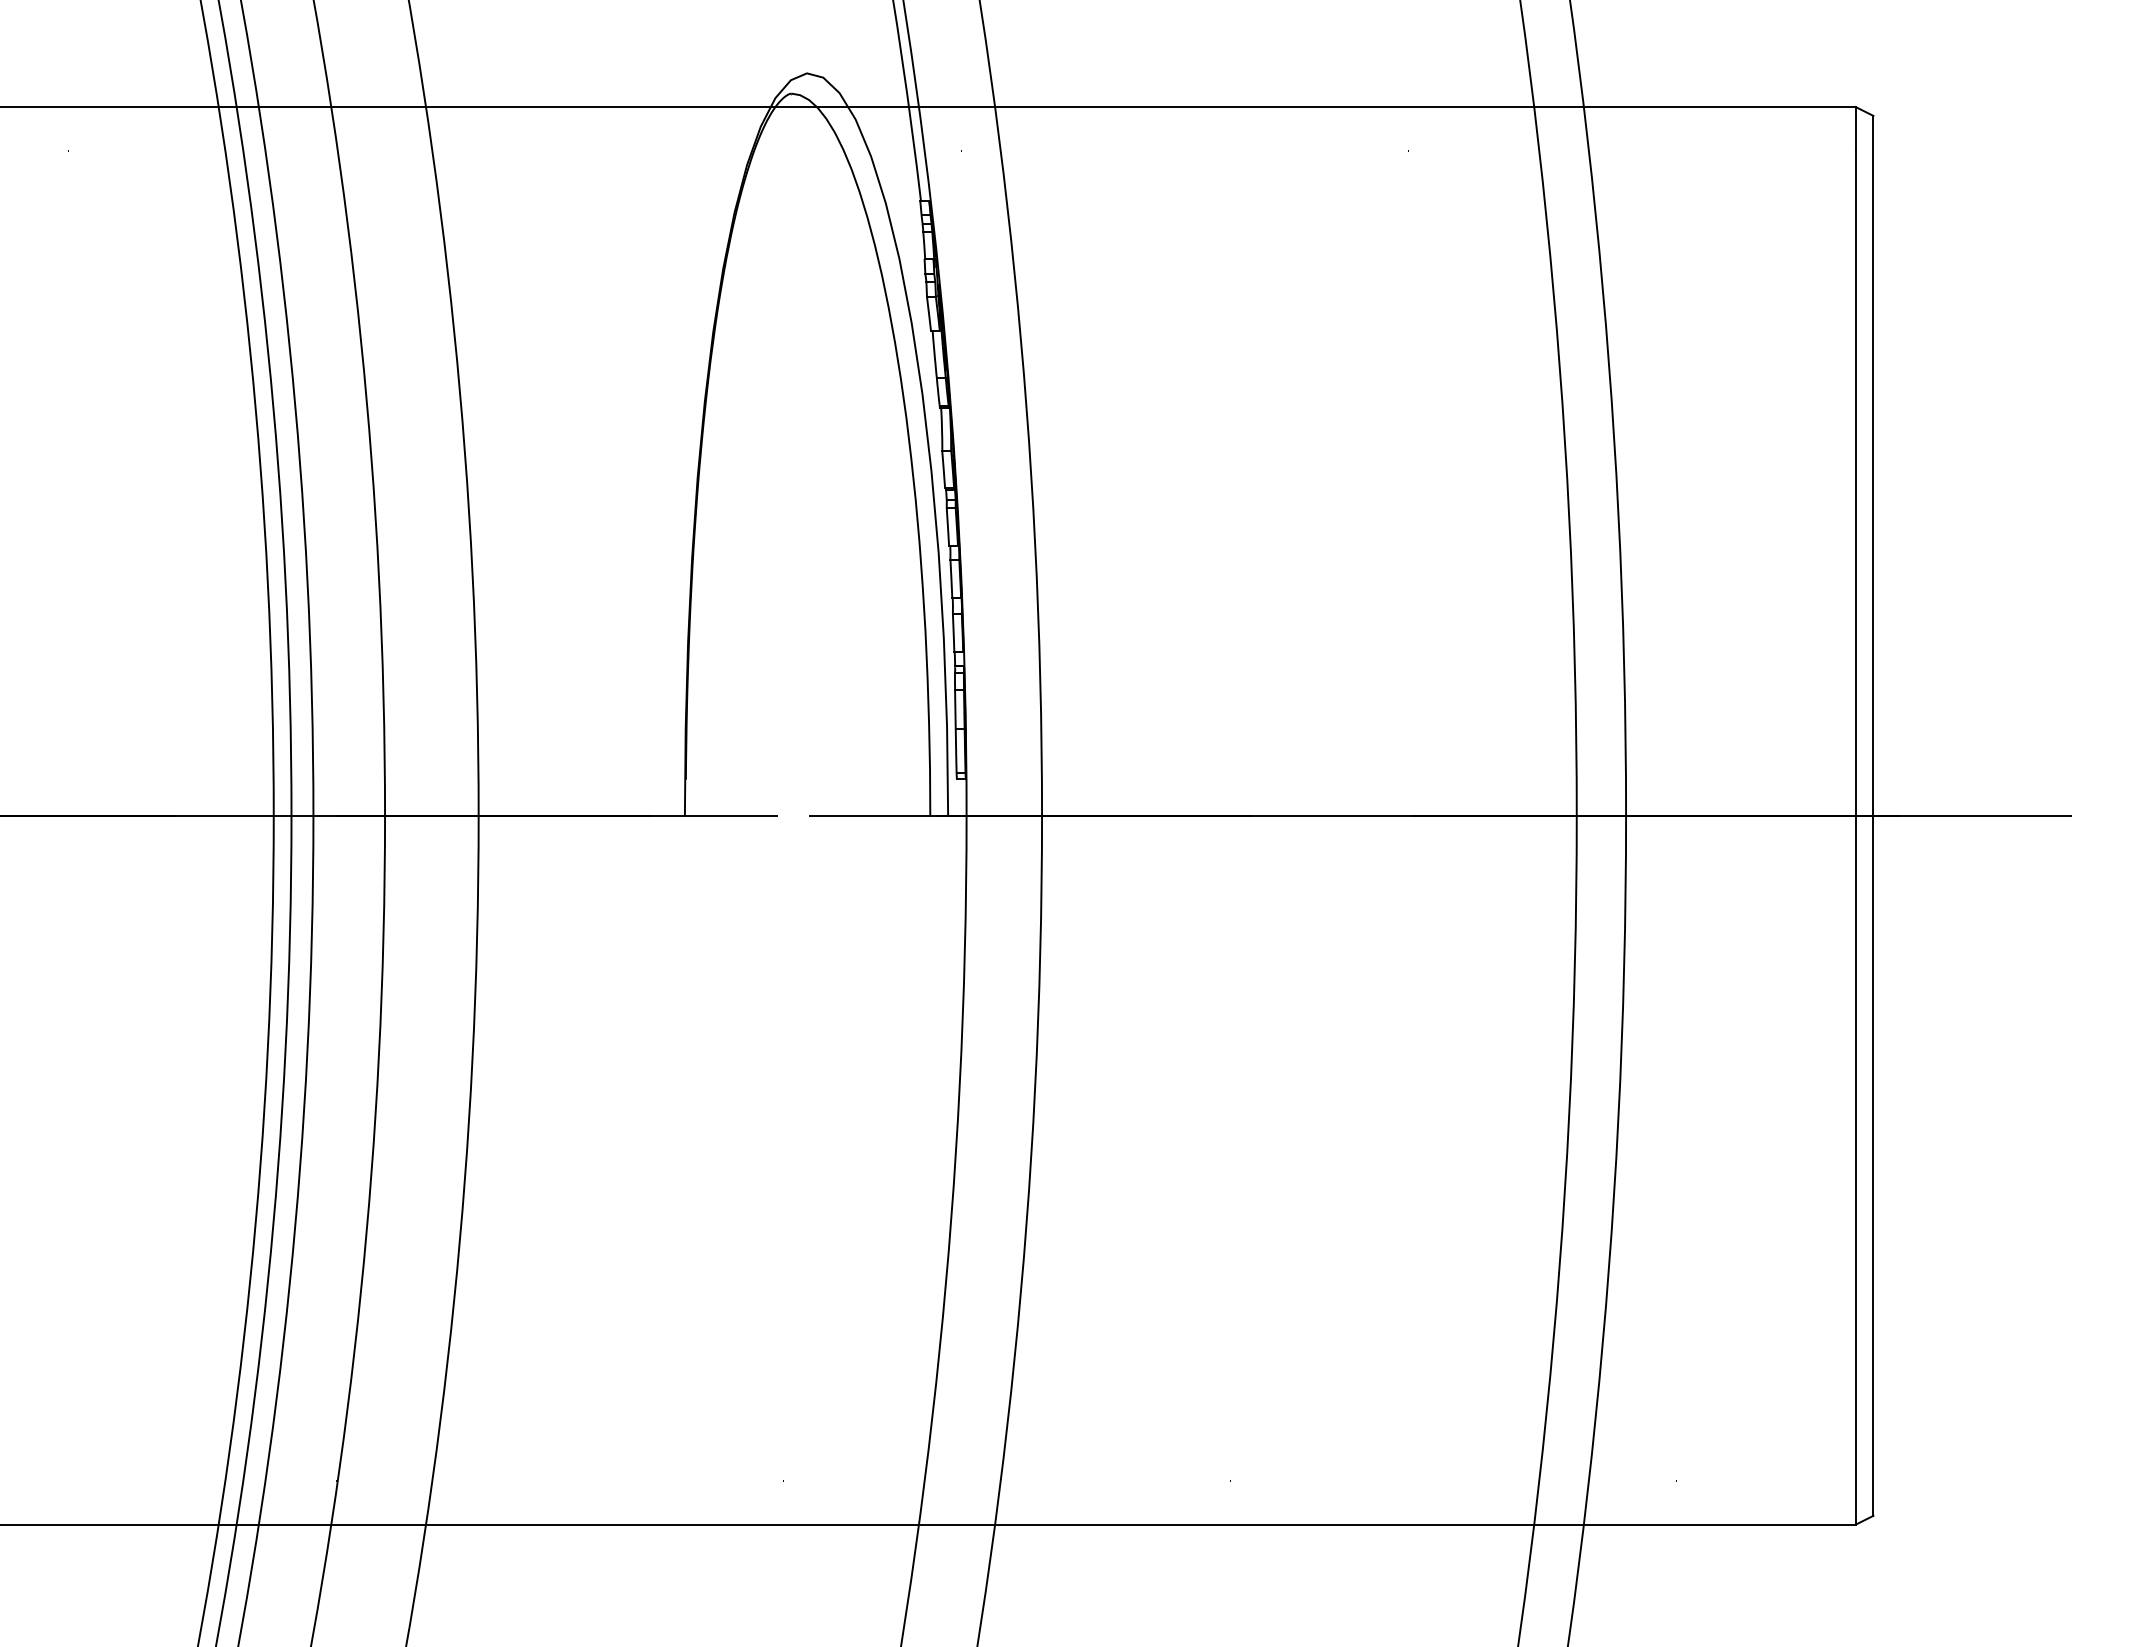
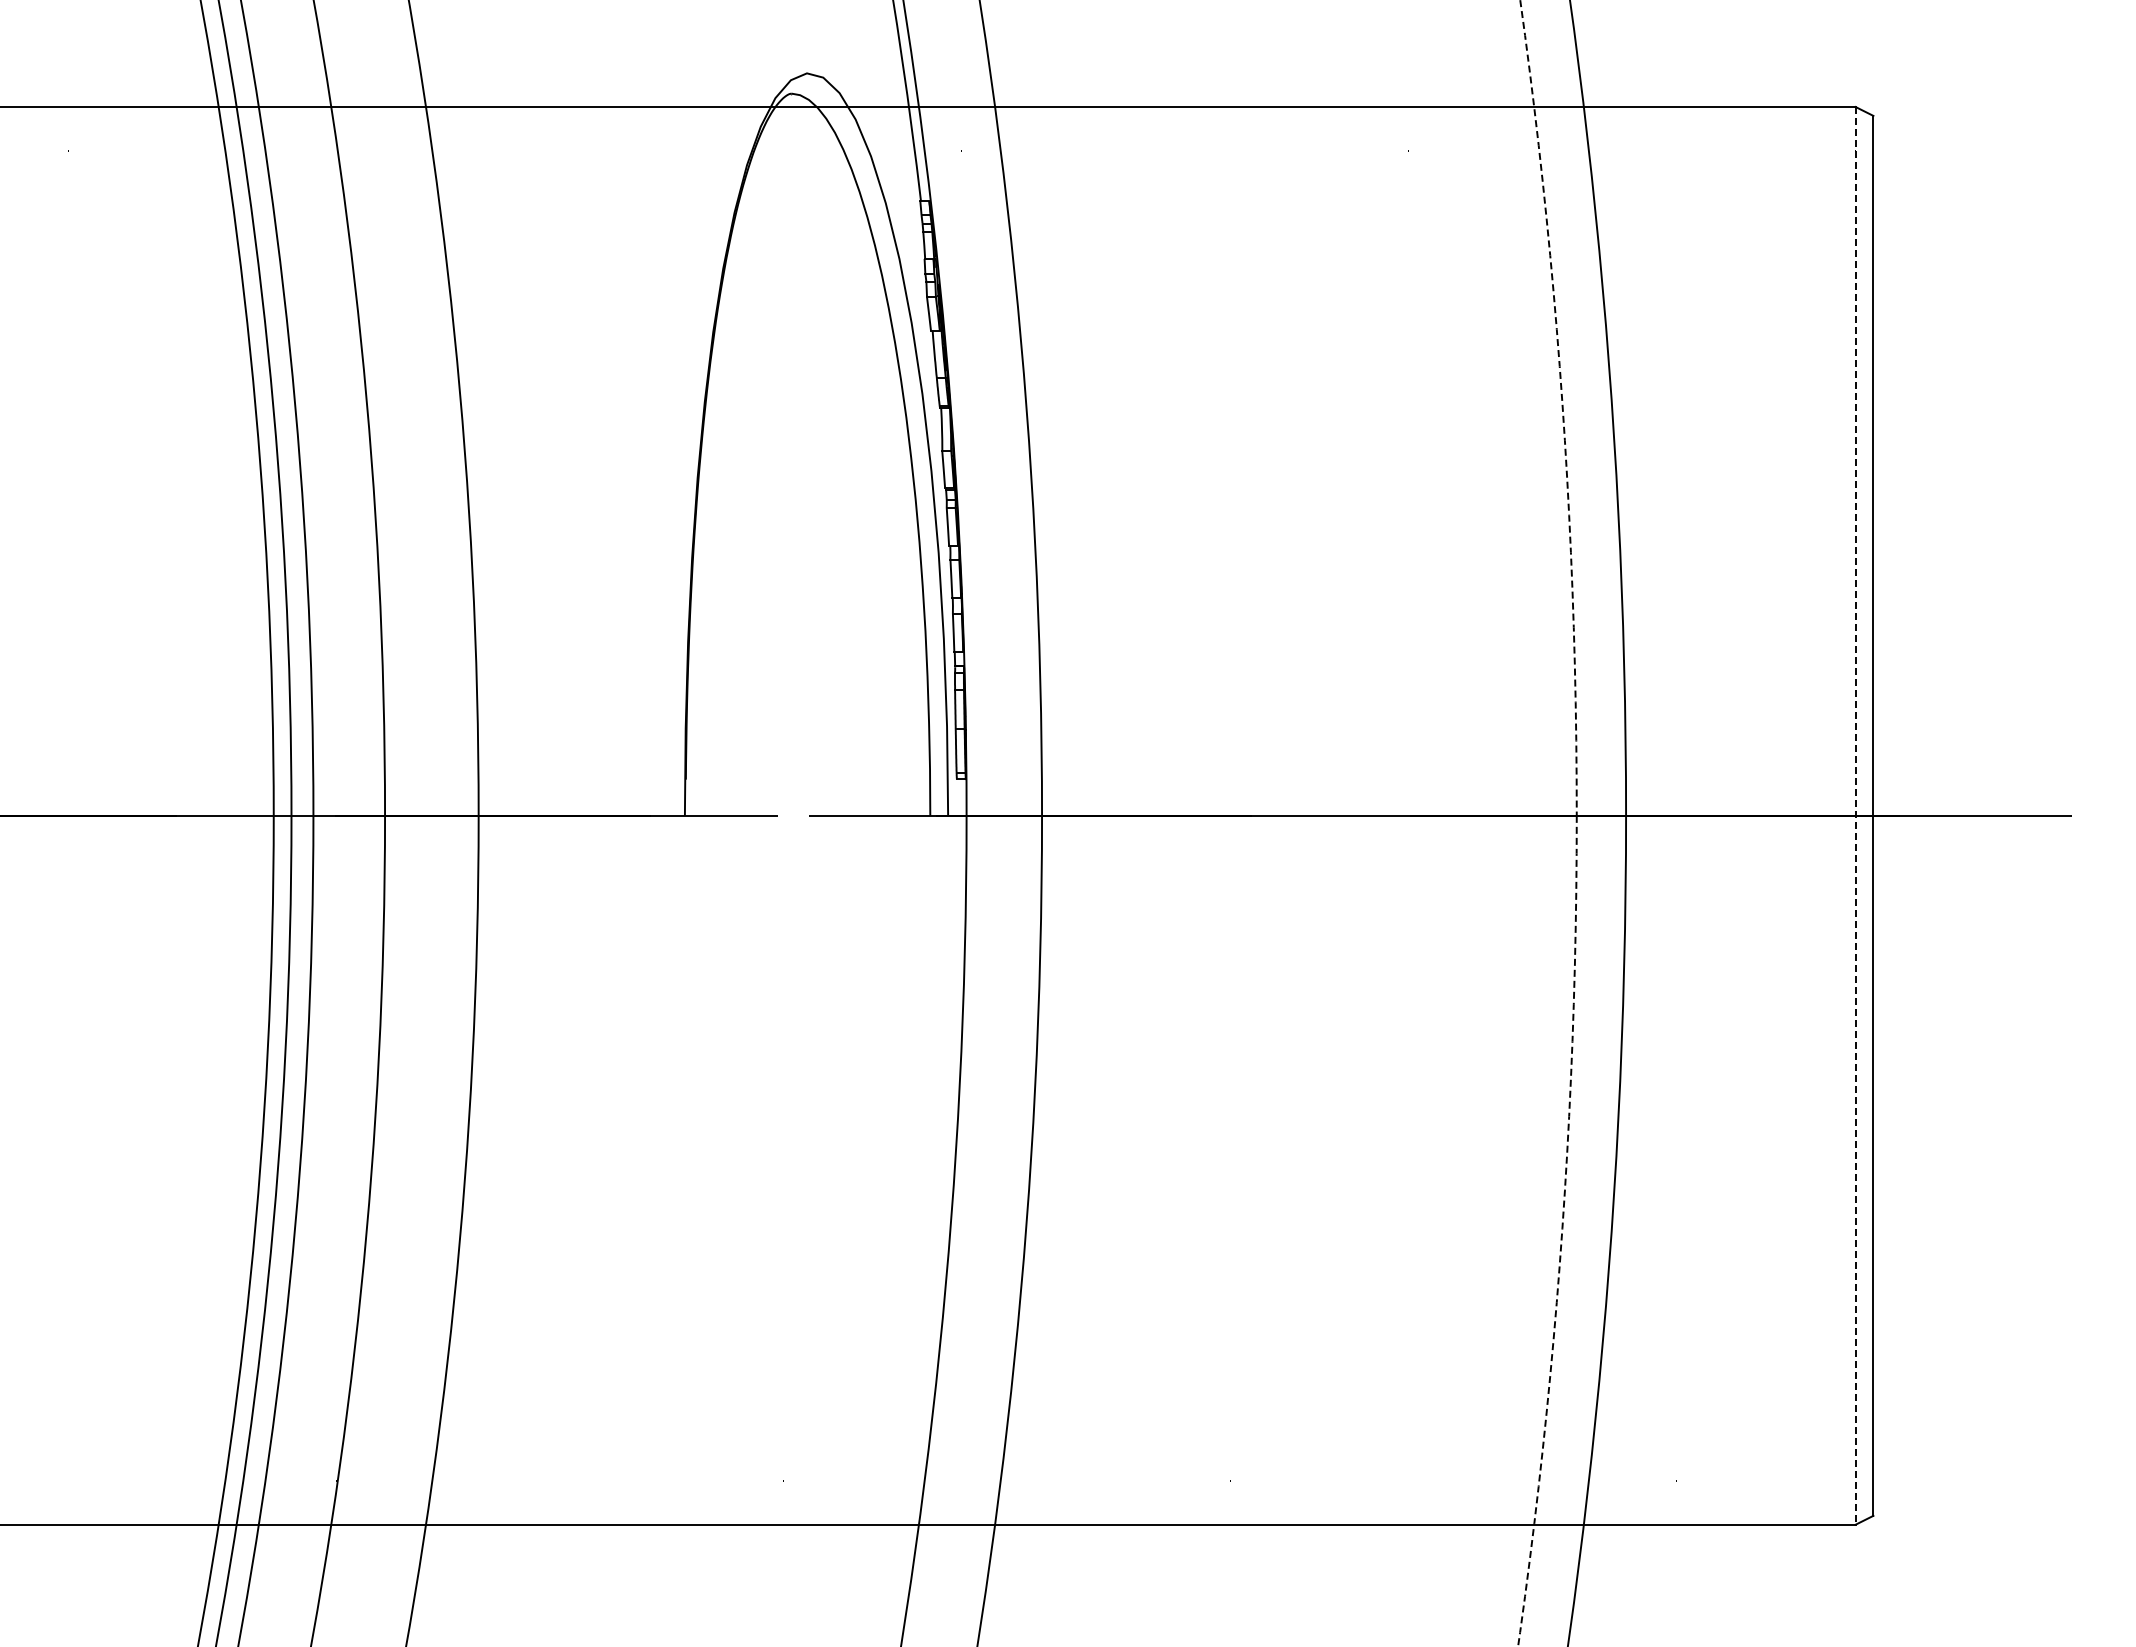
line at (1855, 815): solid -> dashed
circle at (1547, 823): solid -> dashed
